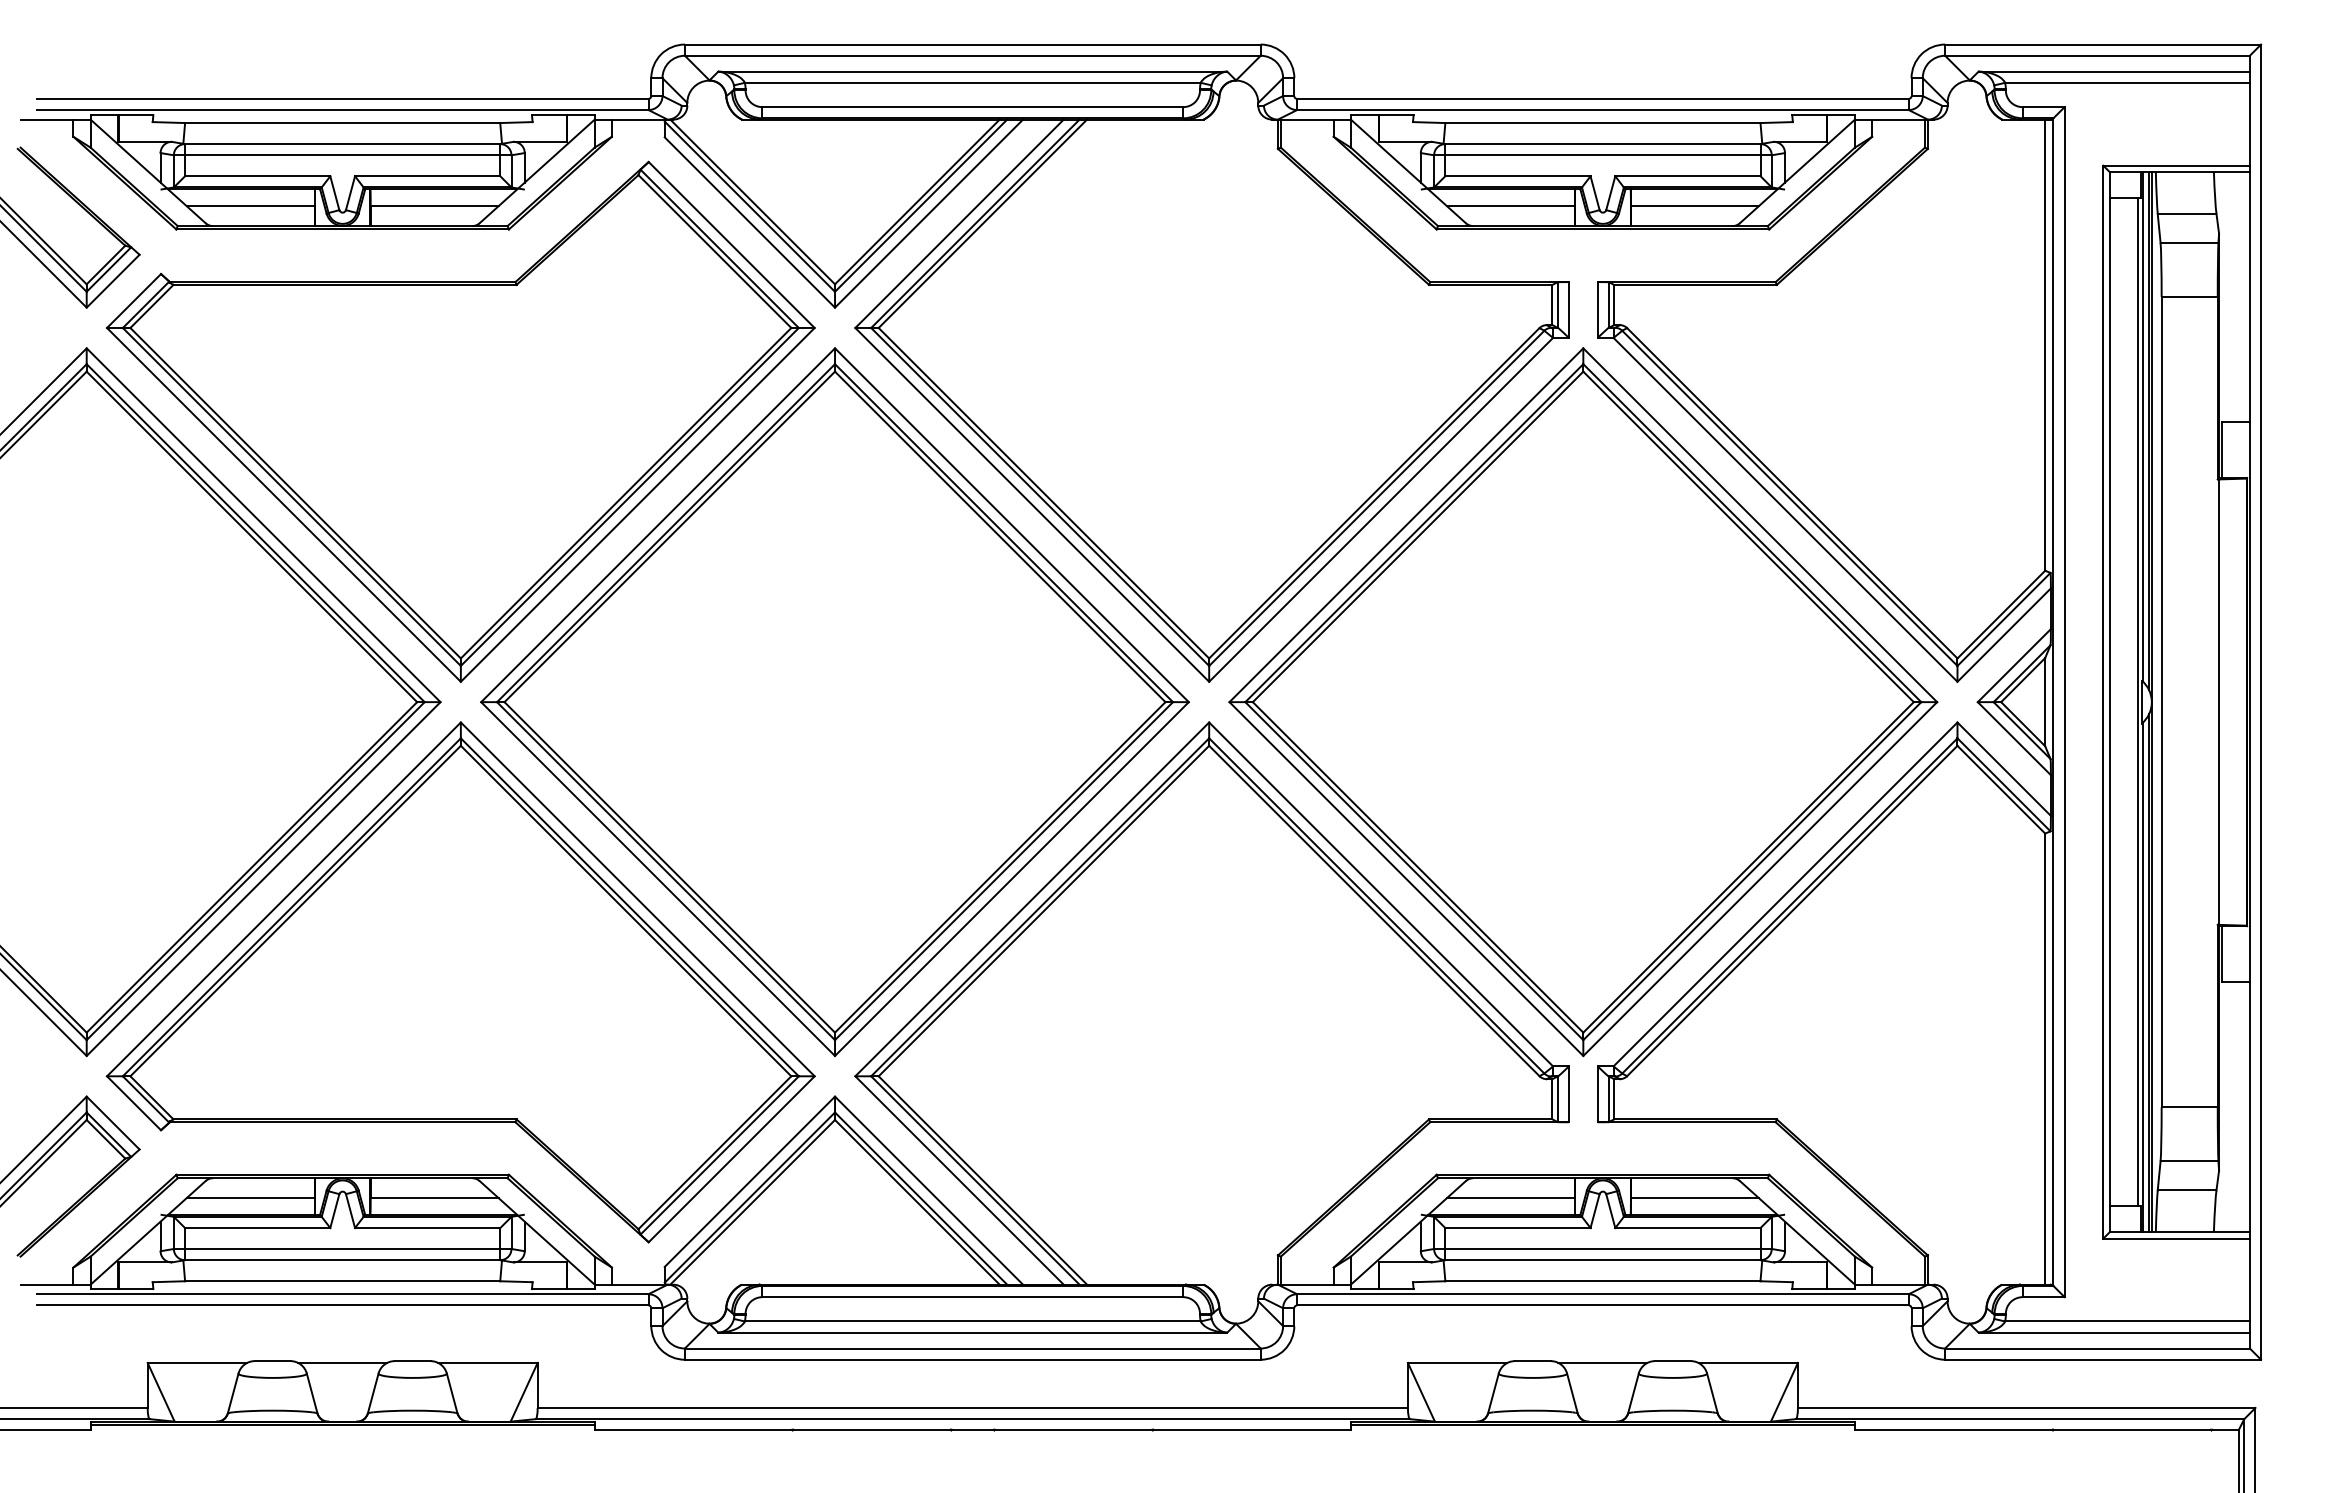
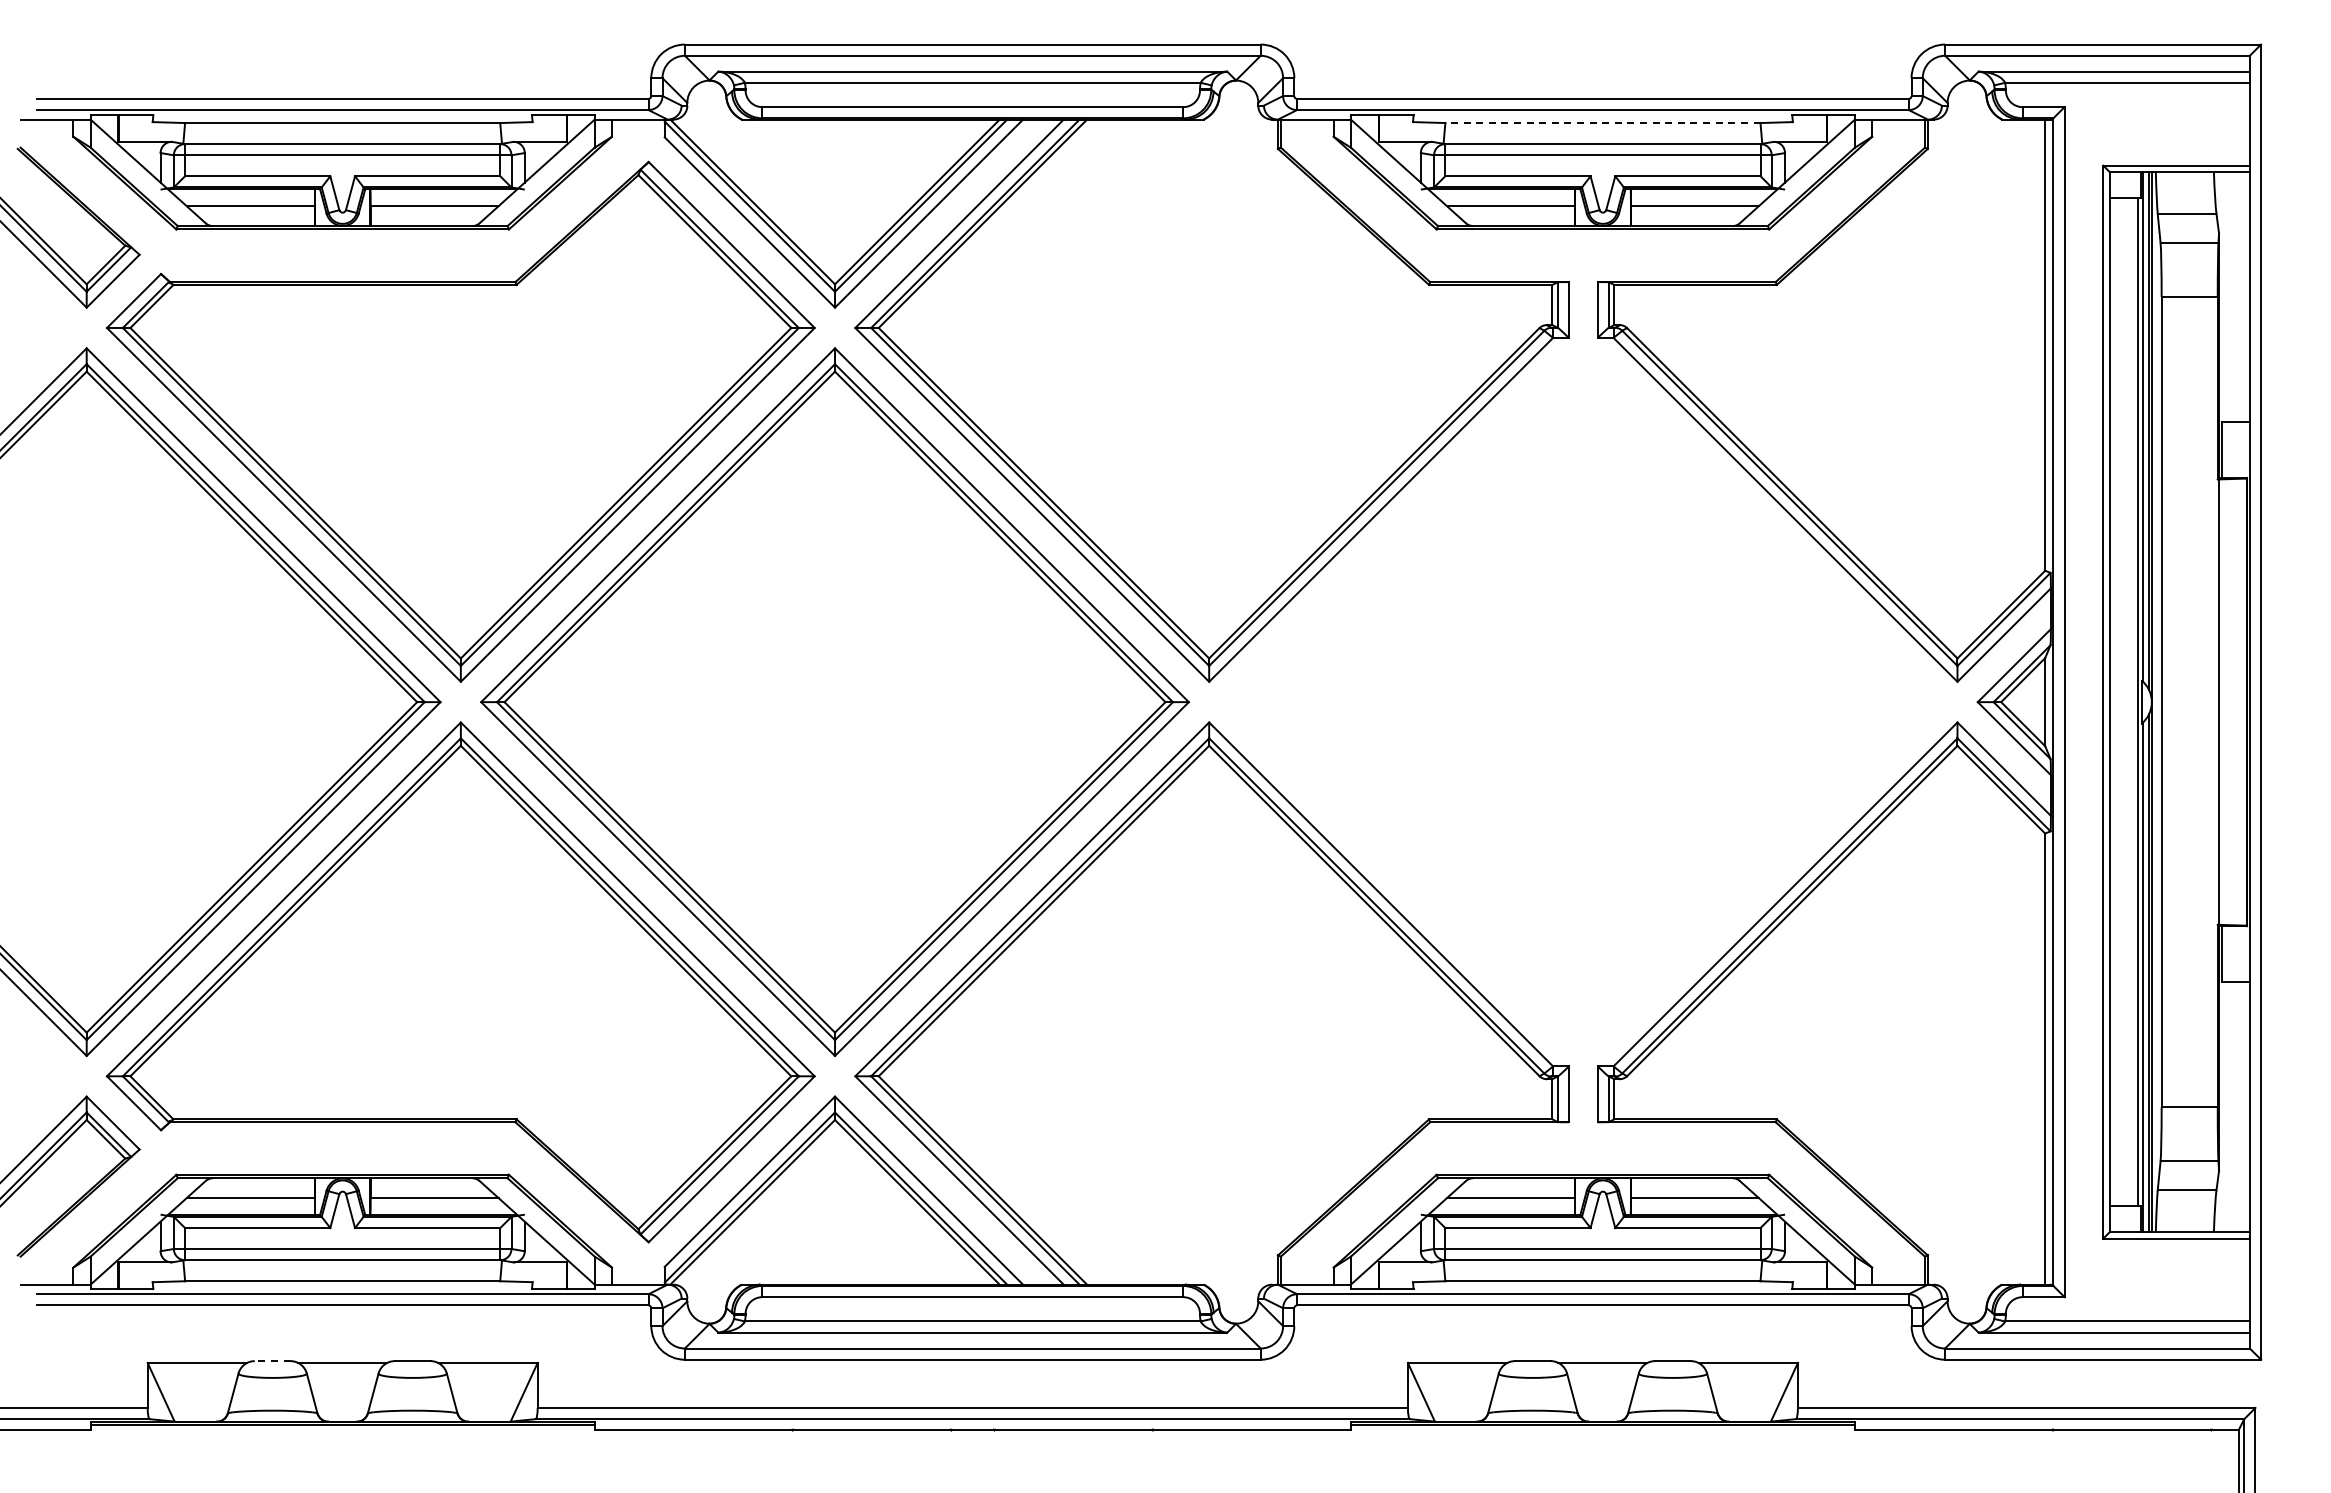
line at (1602, 123): solid -> dashed
part at (1583, 702): present -> none
line at (272, 1361): solid -> dashed
